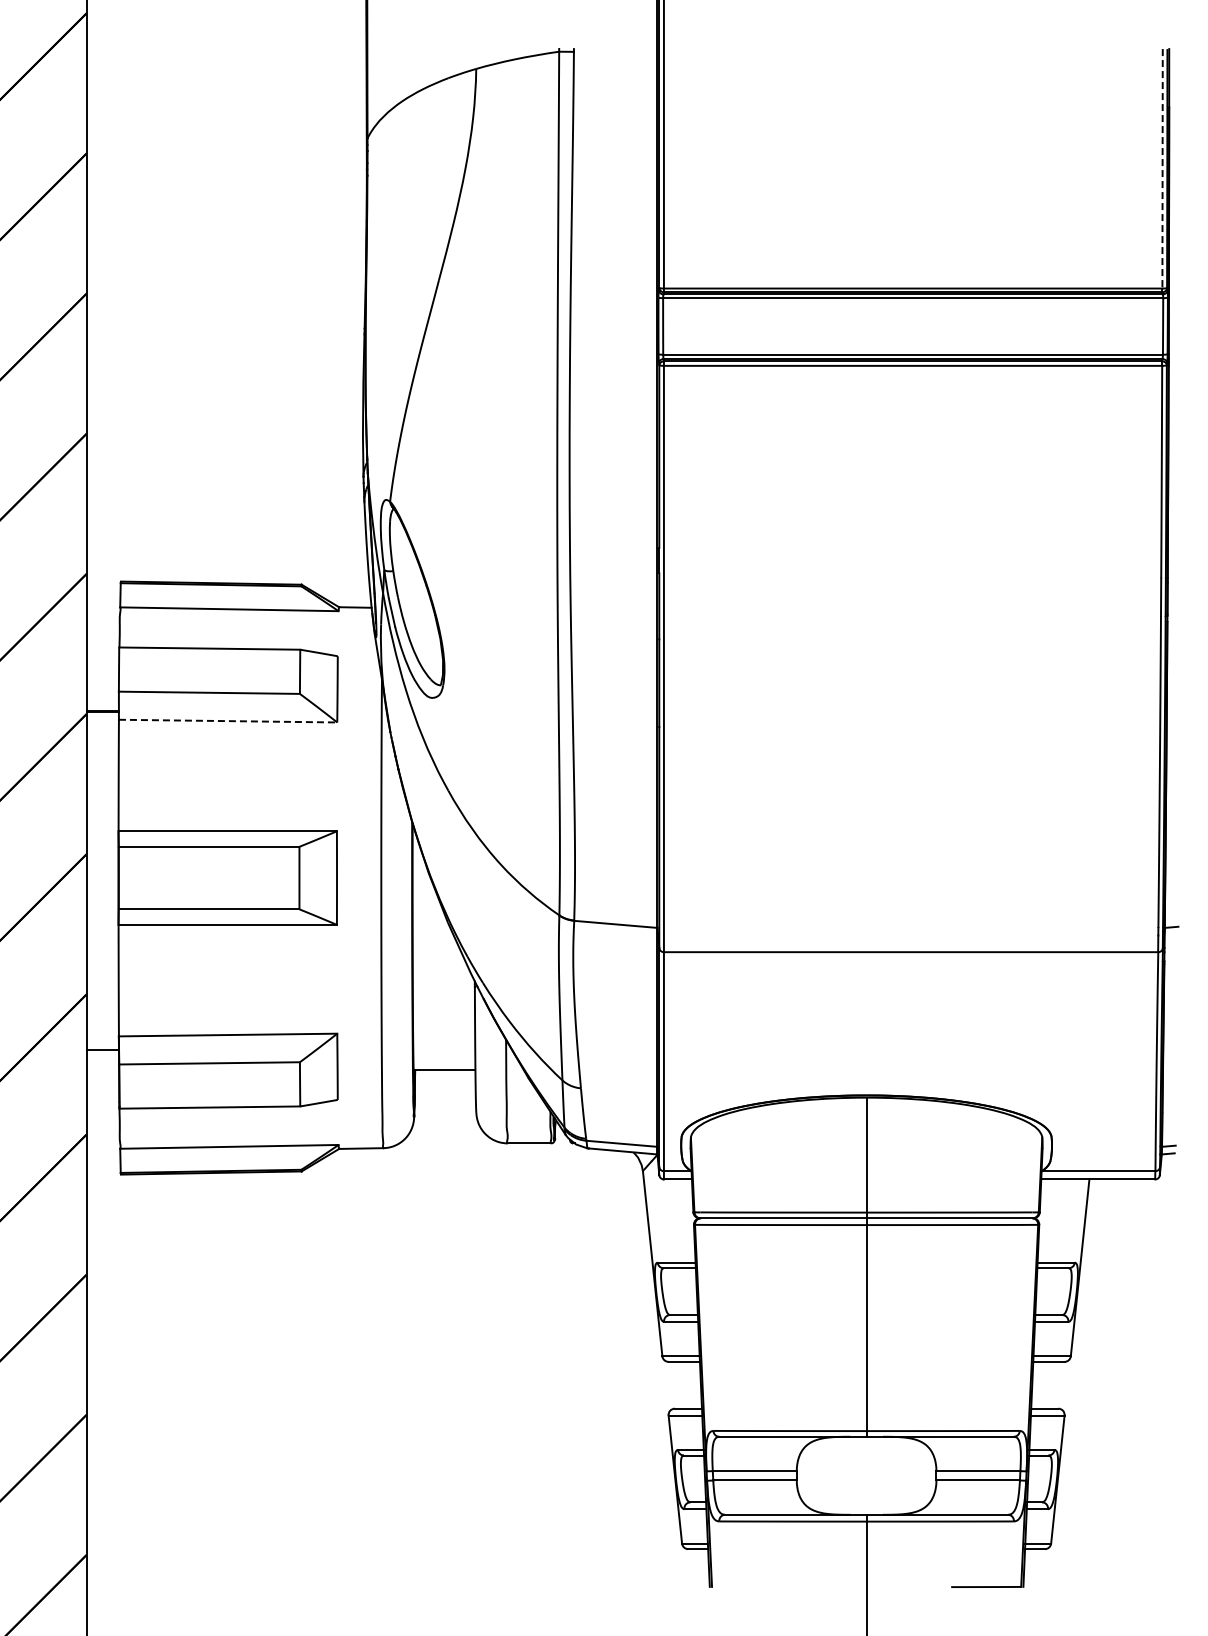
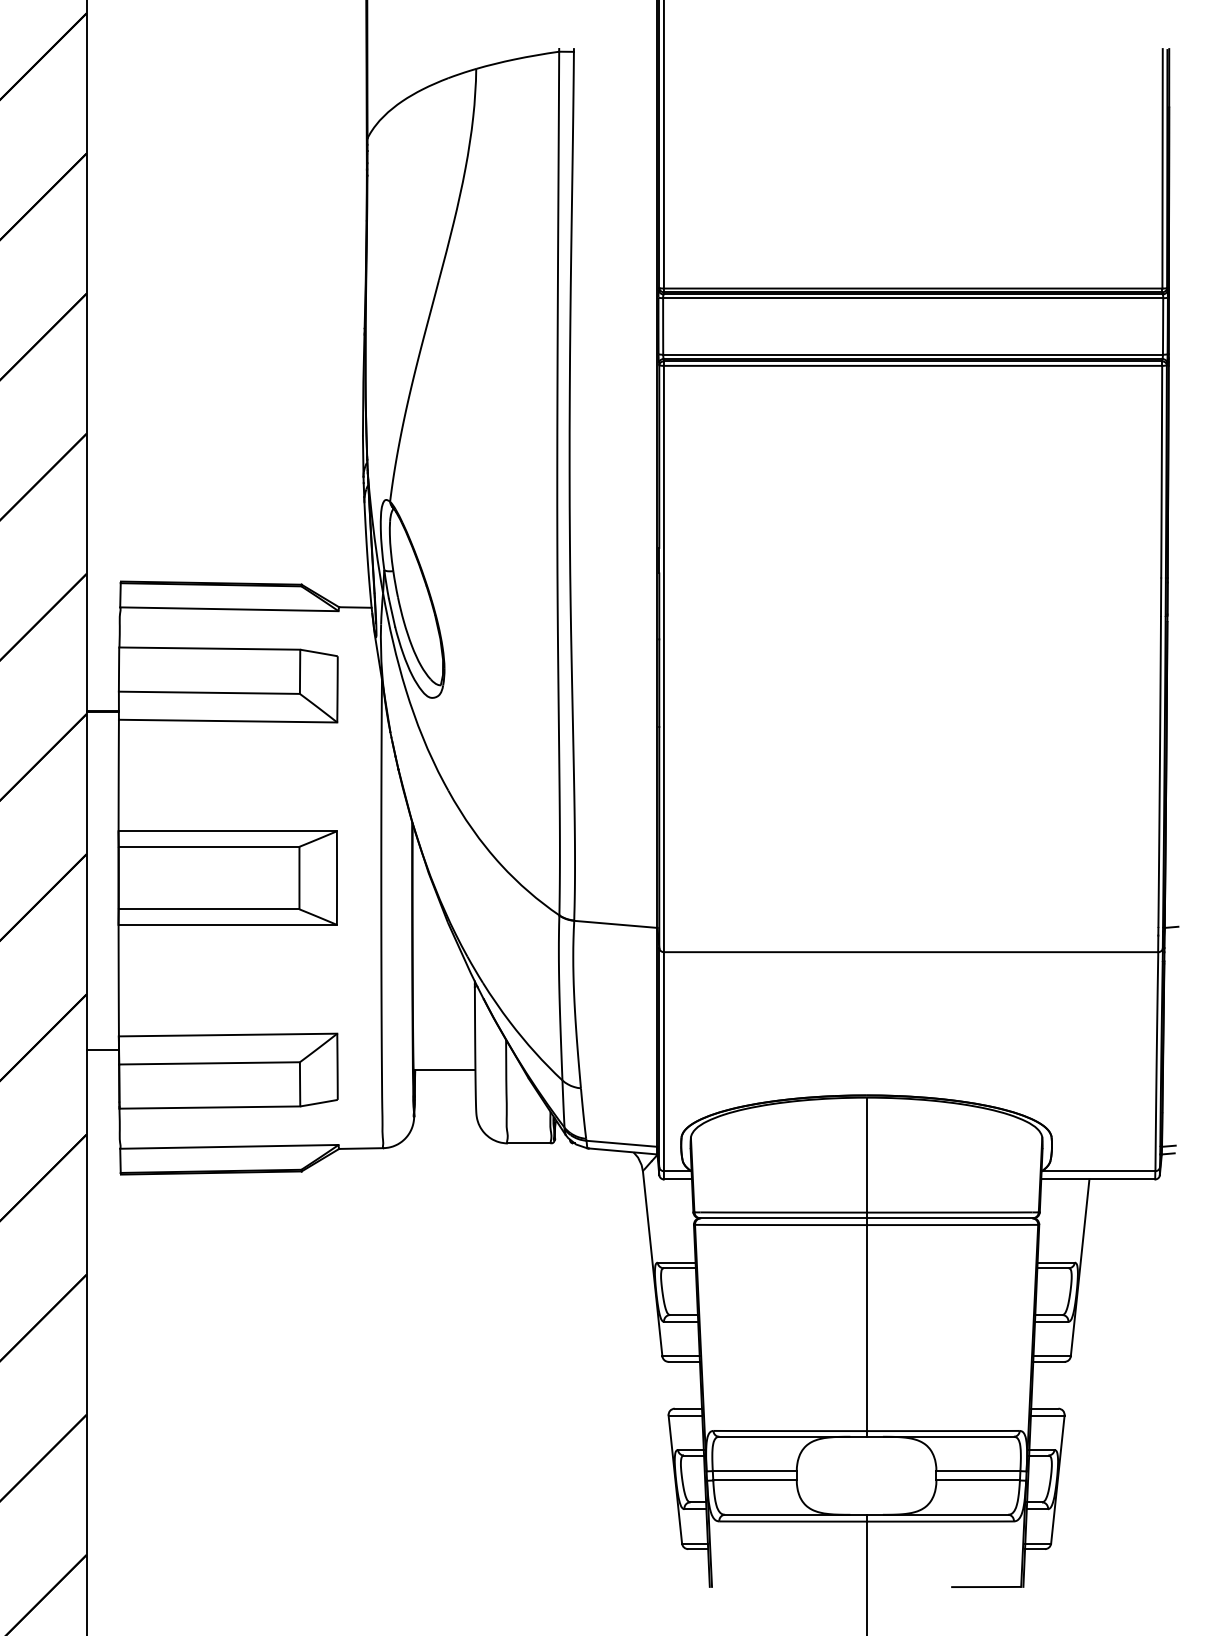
line at (1162, 168): dashed -> solid
line at (228, 721): dashed -> solid
